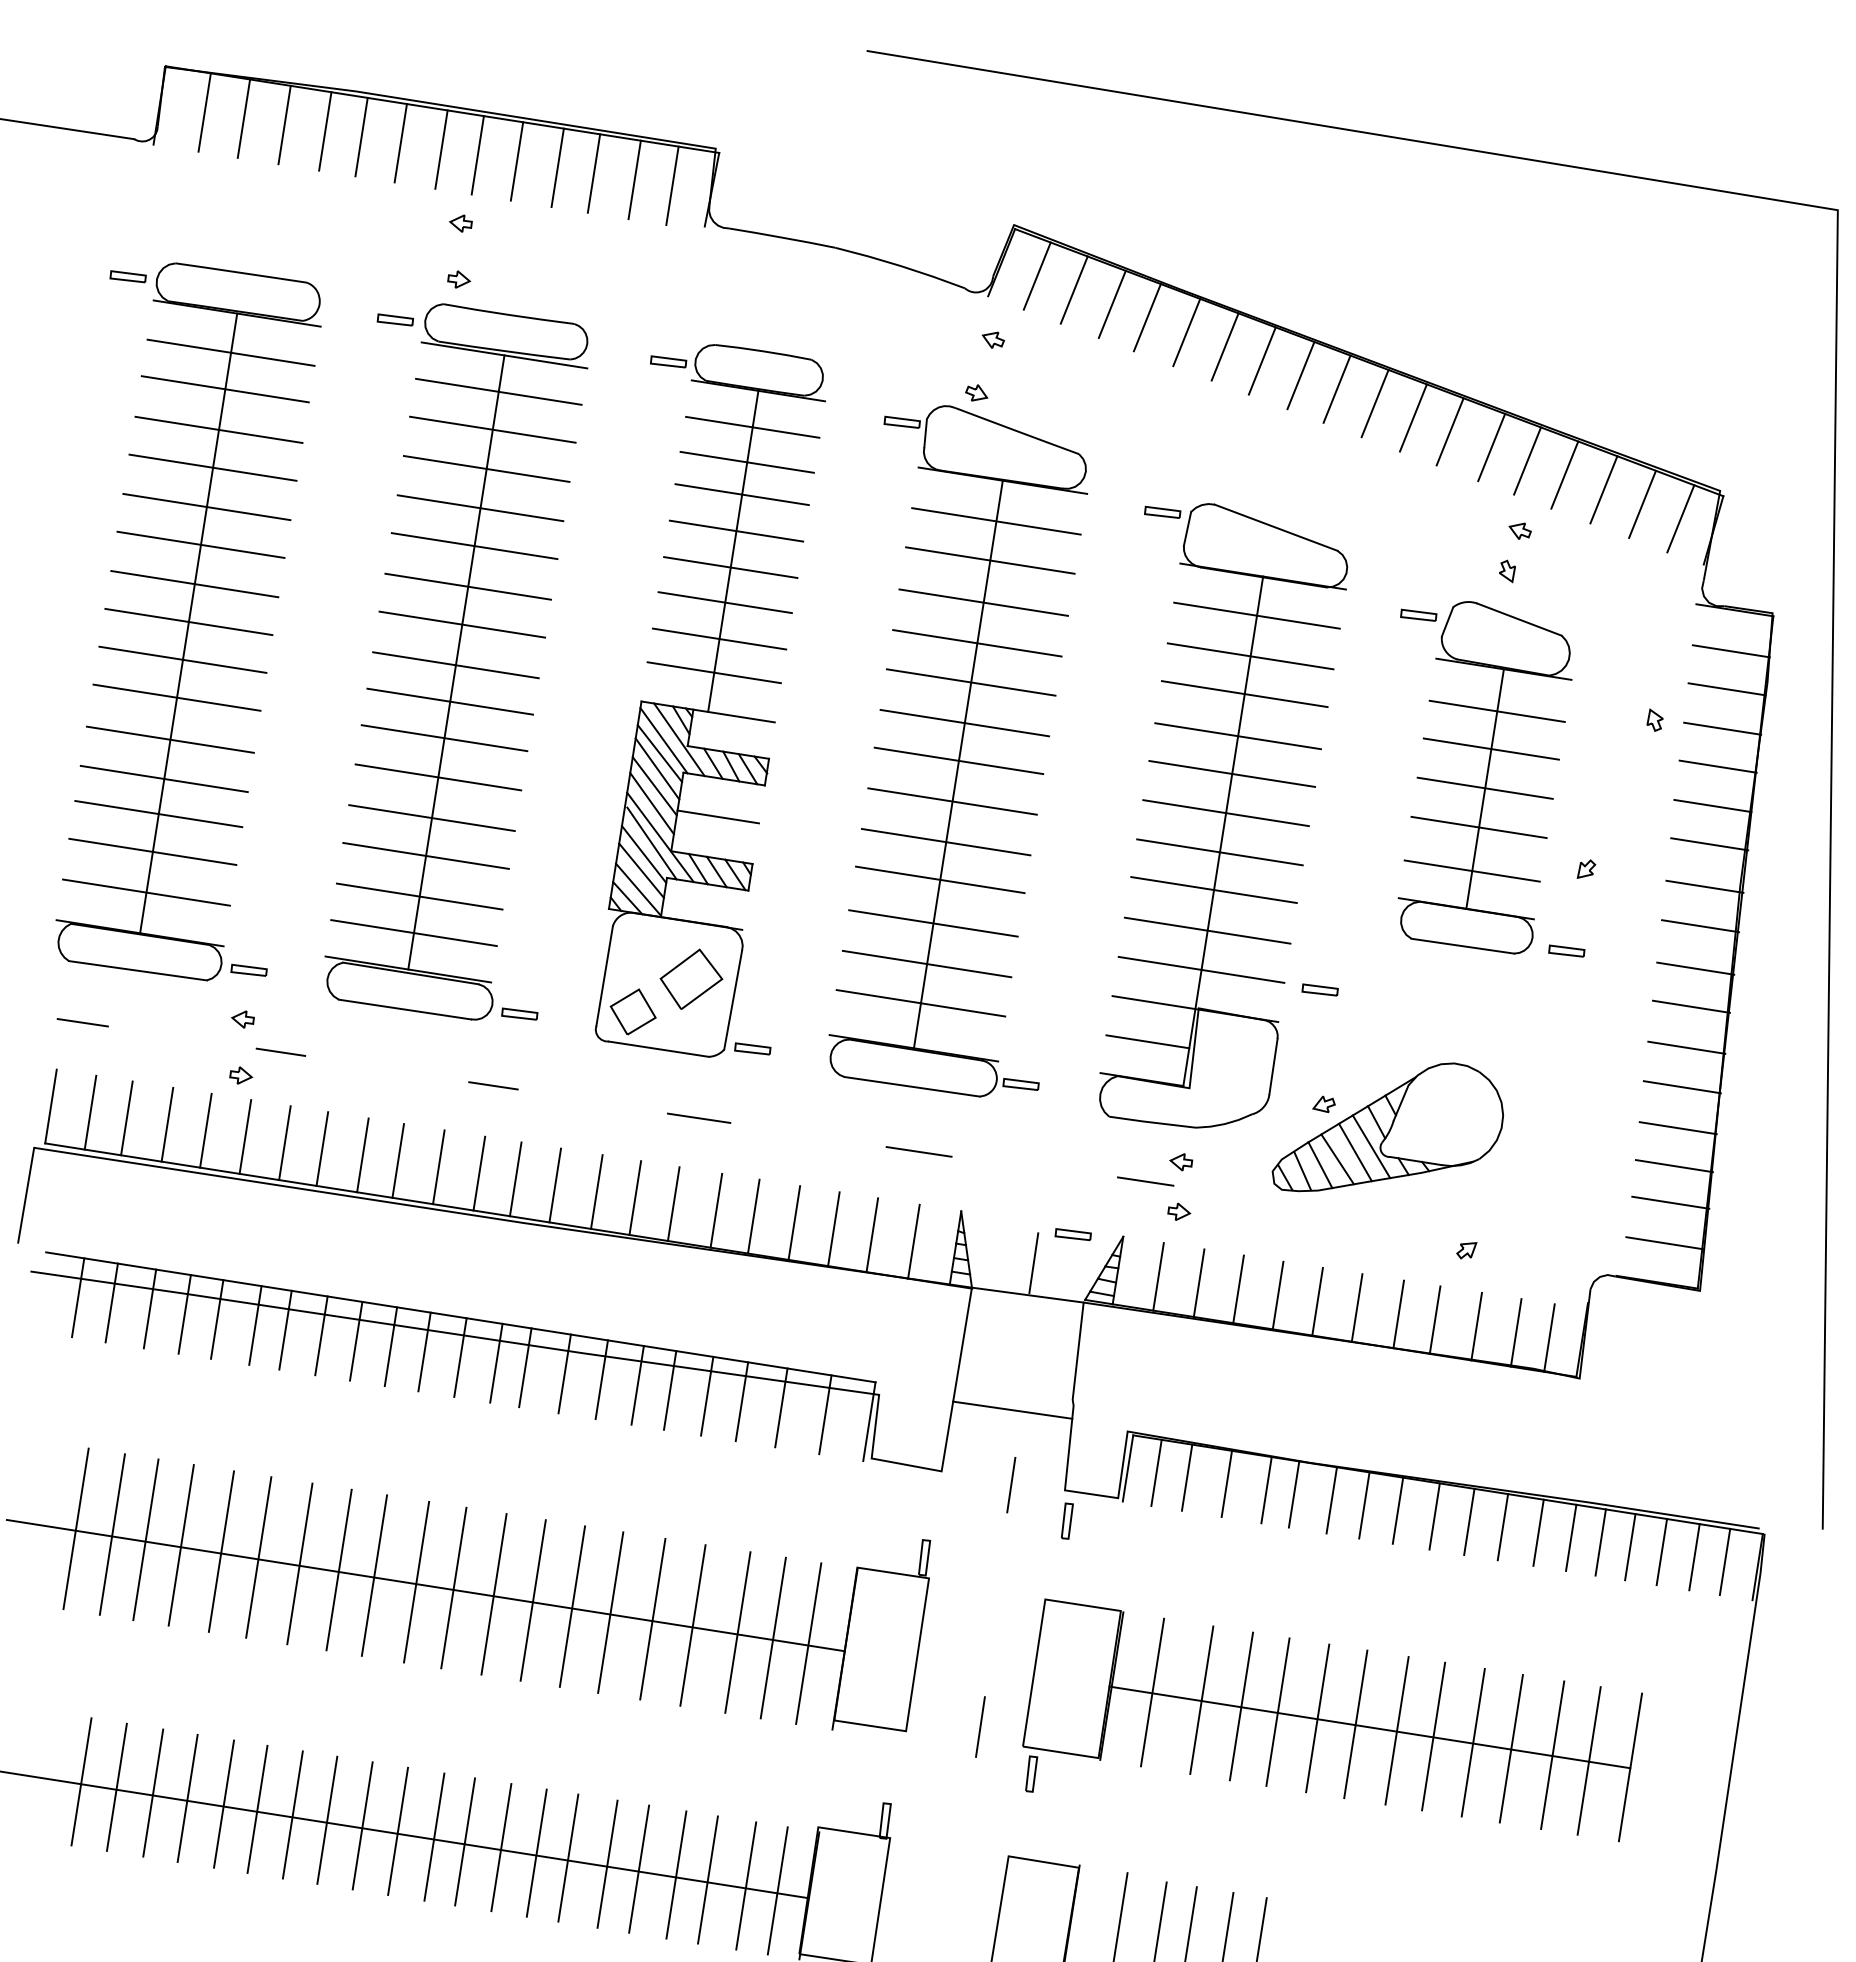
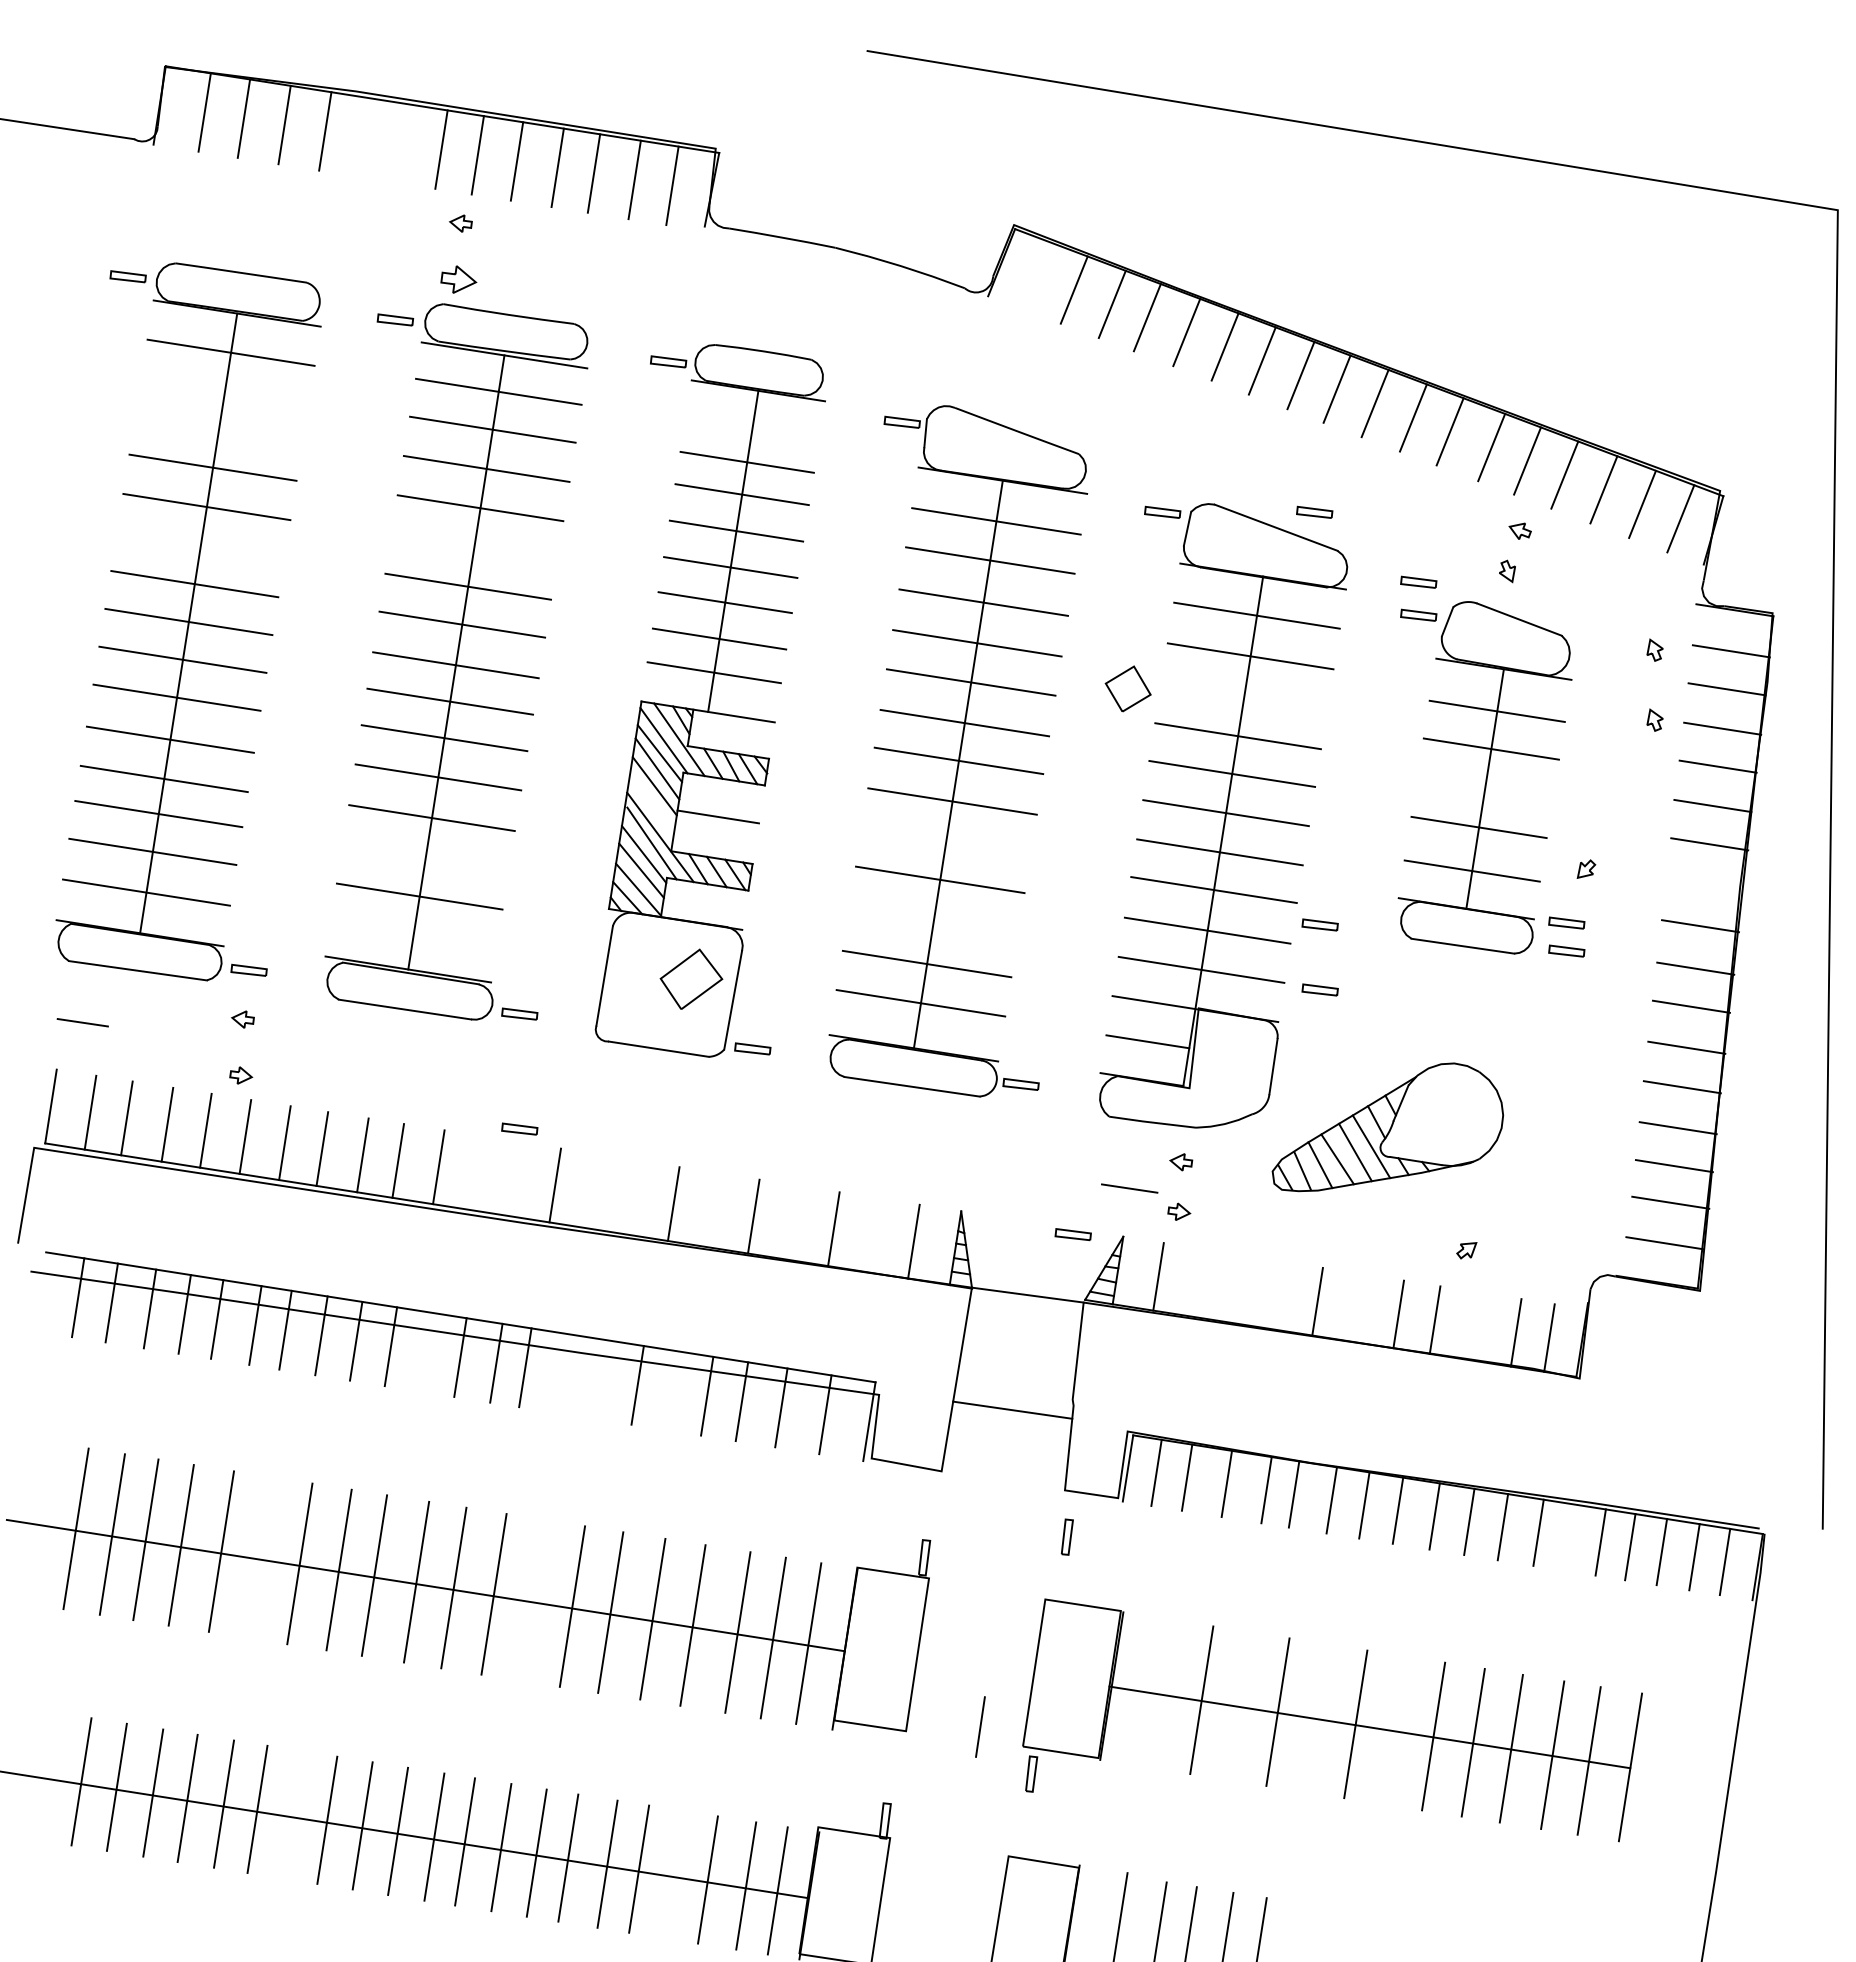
line at (361, 136): present -> none
line at (400, 143): present -> none
line at (1036, 275): present -> none
part at (459, 279) size: 25x19 px -> 38x29 px
part at (992, 339): present -> none
line at (224, 389): present -> none
part at (976, 392): present -> none
line at (752, 426): present -> none
line at (218, 429): present -> none
part at (1314, 511): none -> present
line at (200, 544): present -> none
line at (474, 546): present -> none
part at (1418, 581): none -> present
part at (1654, 649): none -> present
line at (1244, 694): present -> none
line at (1484, 787): present -> none
line at (651, 803): present -> none
line at (945, 841): present -> none
line at (425, 855): present -> none
line at (1704, 886): present -> none
part at (1566, 922): none -> present
line at (933, 923): present -> none
part at (1319, 924): none -> present
line at (413, 933): present -> none
part at (632, 1011) position: (632, 1011) -> (1127, 688)
line at (280, 1051): present -> none
line at (493, 1085): present -> none
part at (1323, 1104): present -> none
line at (699, 1117): present -> none
part at (519, 1128): none -> present
line at (918, 1151): present -> none
line at (479, 1173): present -> none
line at (515, 1179): present -> none
line at (1145, 1181) position: (1145, 1181) -> (1129, 1188)
line at (596, 1191): present -> none
line at (635, 1197): present -> none
line at (716, 1210): present -> none
line at (794, 1222): present -> none
line at (872, 1235): present -> none
line at (1033, 1263): present -> none
line at (1198, 1282): present -> none
line at (1238, 1289): present -> none
line at (1277, 1295): present -> none
line at (1356, 1307): present -> none
line at (1476, 1326): present -> none
line at (424, 1351): present -> none
line at (564, 1373): present -> none
line at (601, 1379): present -> none
line at (670, 1390): present -> none
line at (1011, 1485): present -> none
part at (1066, 1520) position: (1066, 1520) -> (1066, 1536)
line at (1571, 1537): present -> none
line at (258, 1557): present -> none
line at (532, 1600): present -> none
line at (1152, 1692): present -> none
line at (1241, 1706): present -> none
line at (1317, 1718): present -> none
line at (1396, 1730): present -> none
line at (292, 1814): present -> none
line at (676, 1874): present -> none
